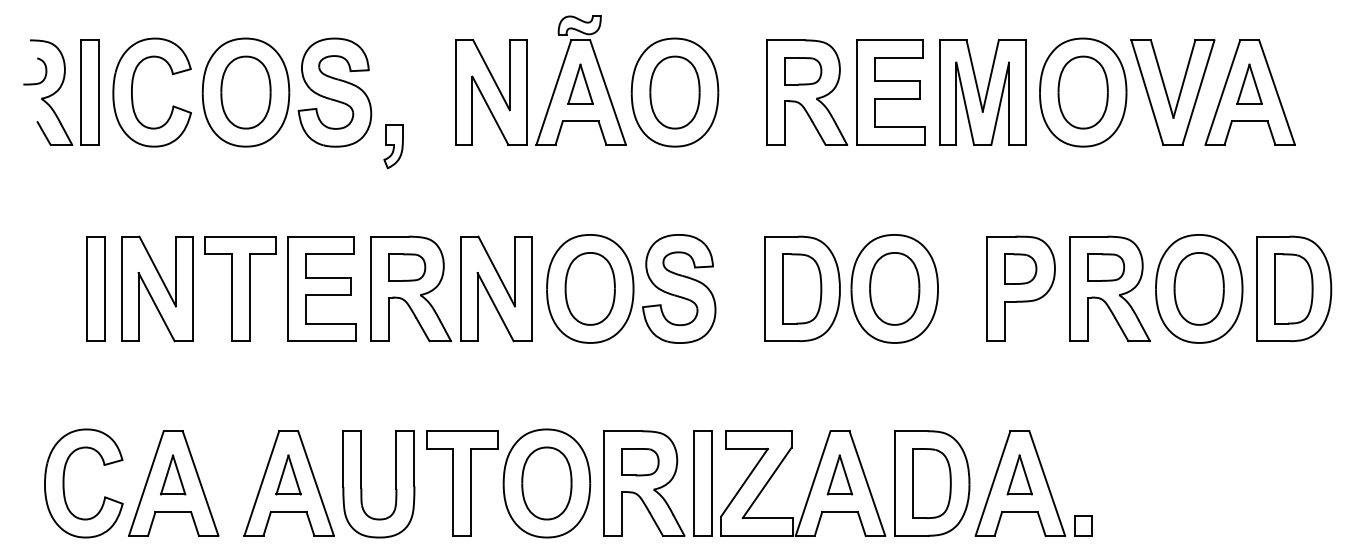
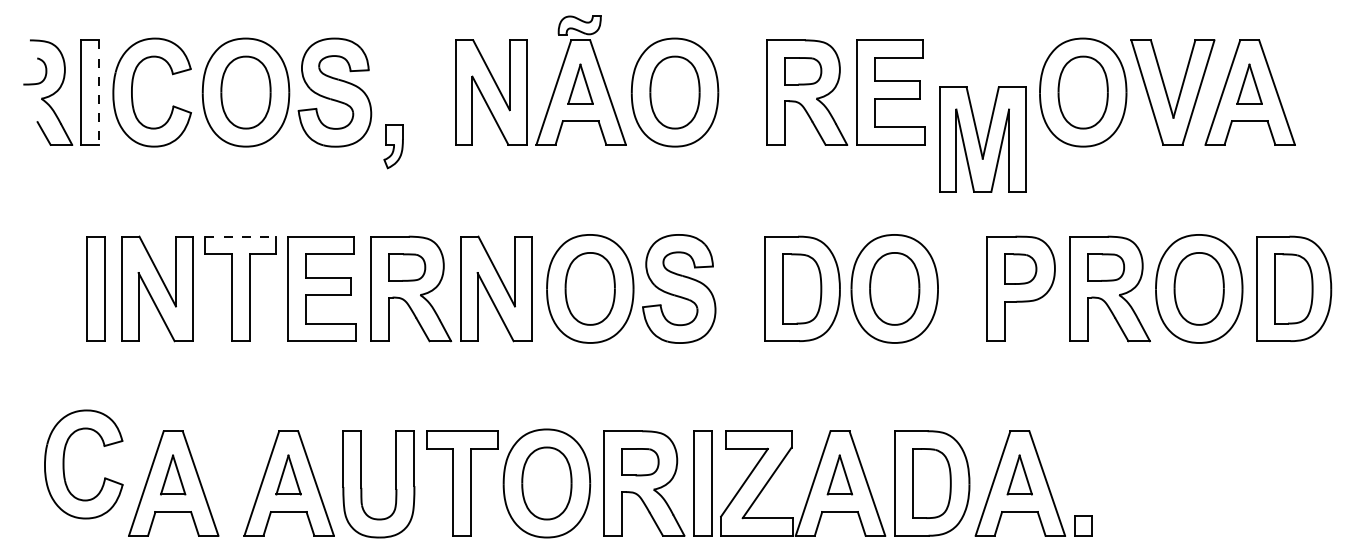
part at (982, 92) position: (982, 92) -> (982, 139)
line at (99, 93): solid -> dashed
line at (241, 236): solid -> dashed
part at (64, 483) position: (64, 483) -> (64, 464)
